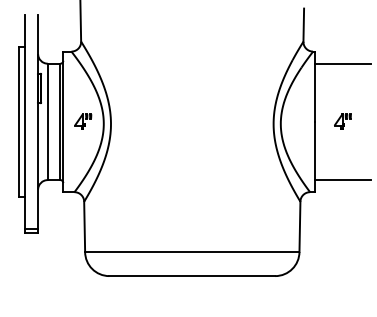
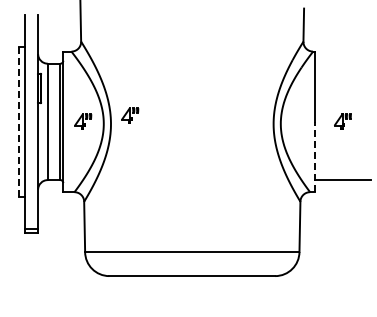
line at (342, 63): present -> none
part at (130, 115): none -> present
line at (19, 122): solid -> dashed
line at (314, 156): solid -> dashed
